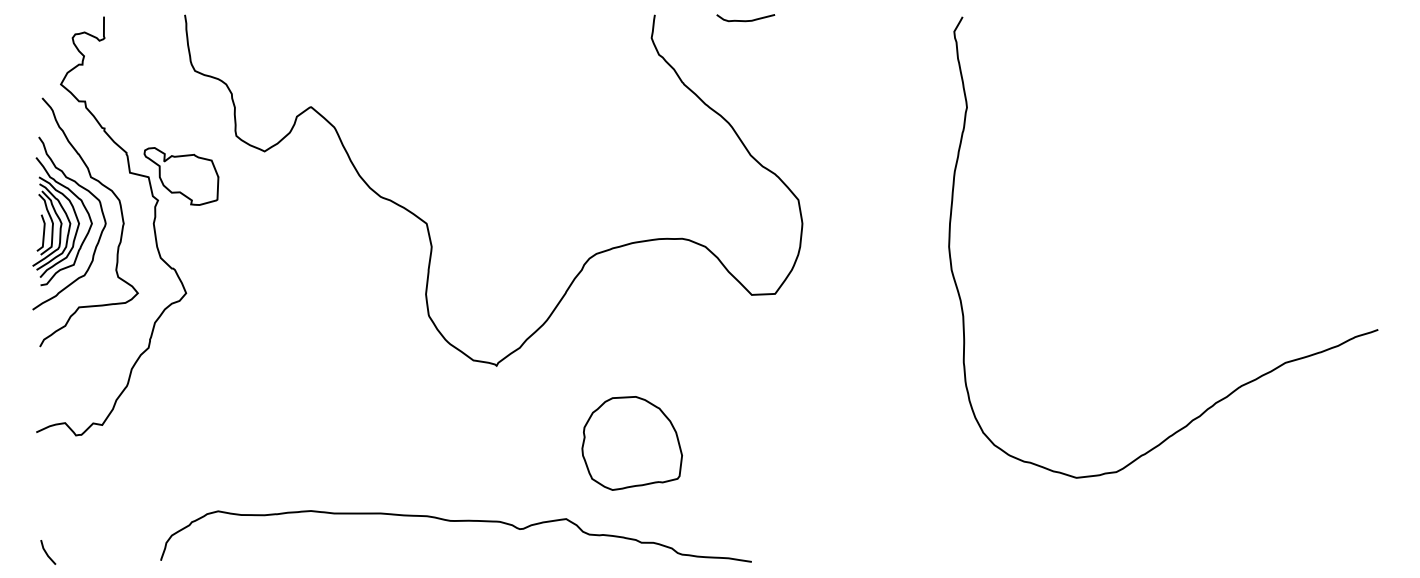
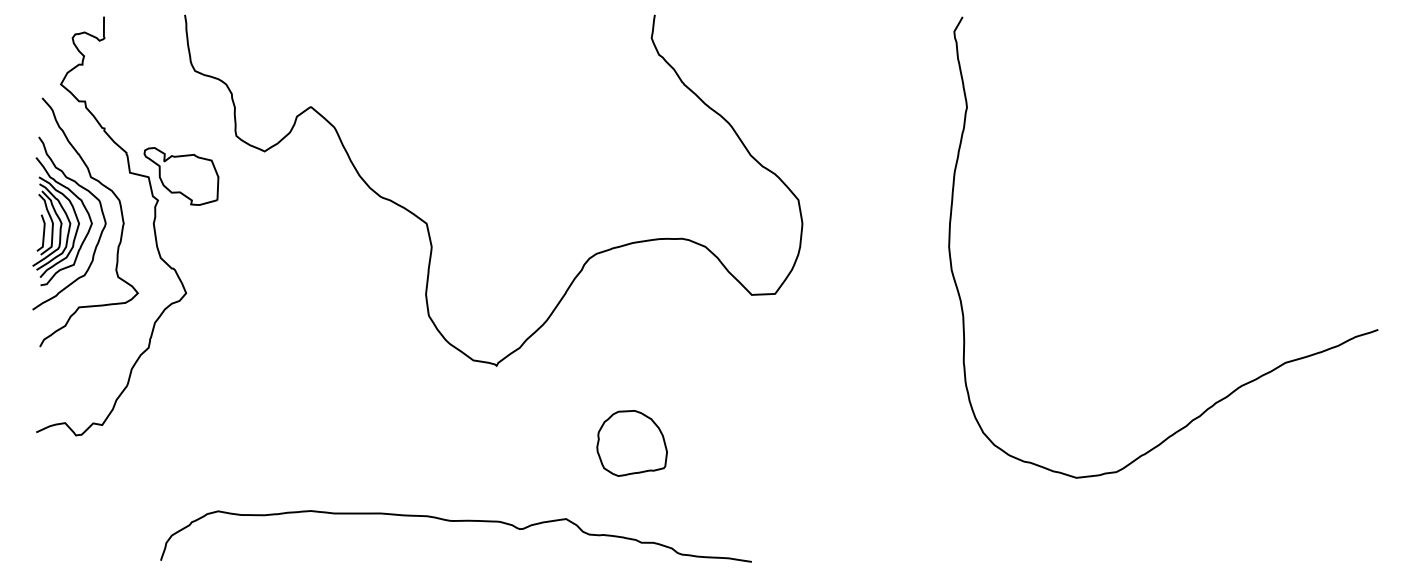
curve at (745, 20): present -> none
part at (631, 443) size: 102x95 px -> 72x67 px
line at (47, 553): present -> none
